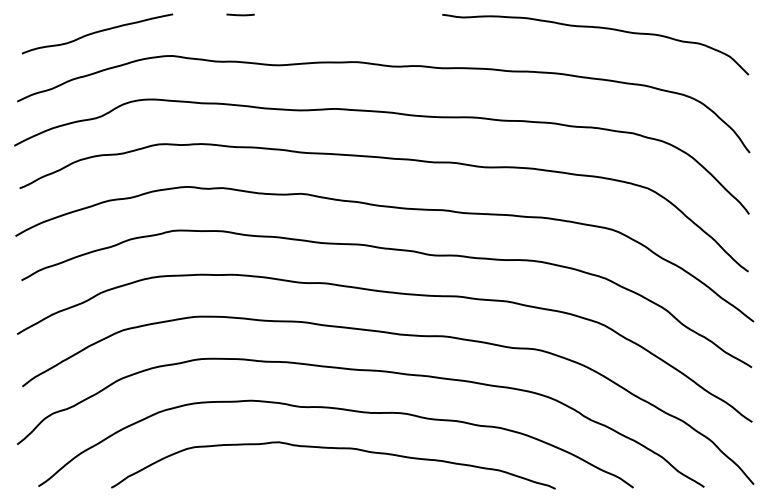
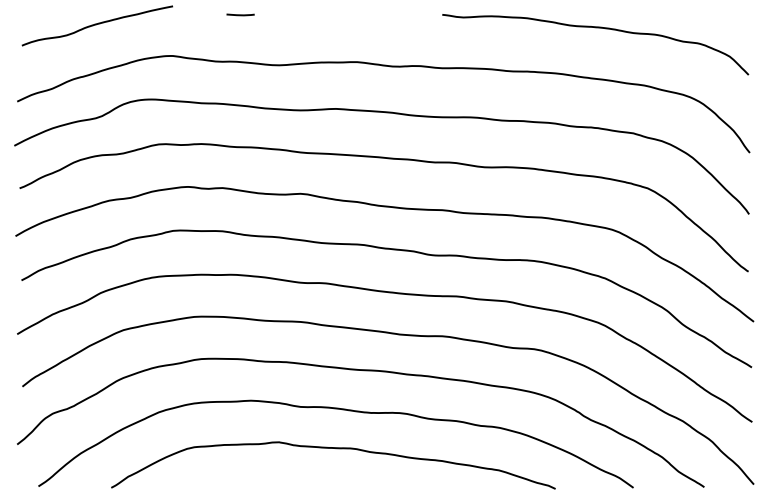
curve at (96, 33) position: (96, 33) -> (96, 25)
